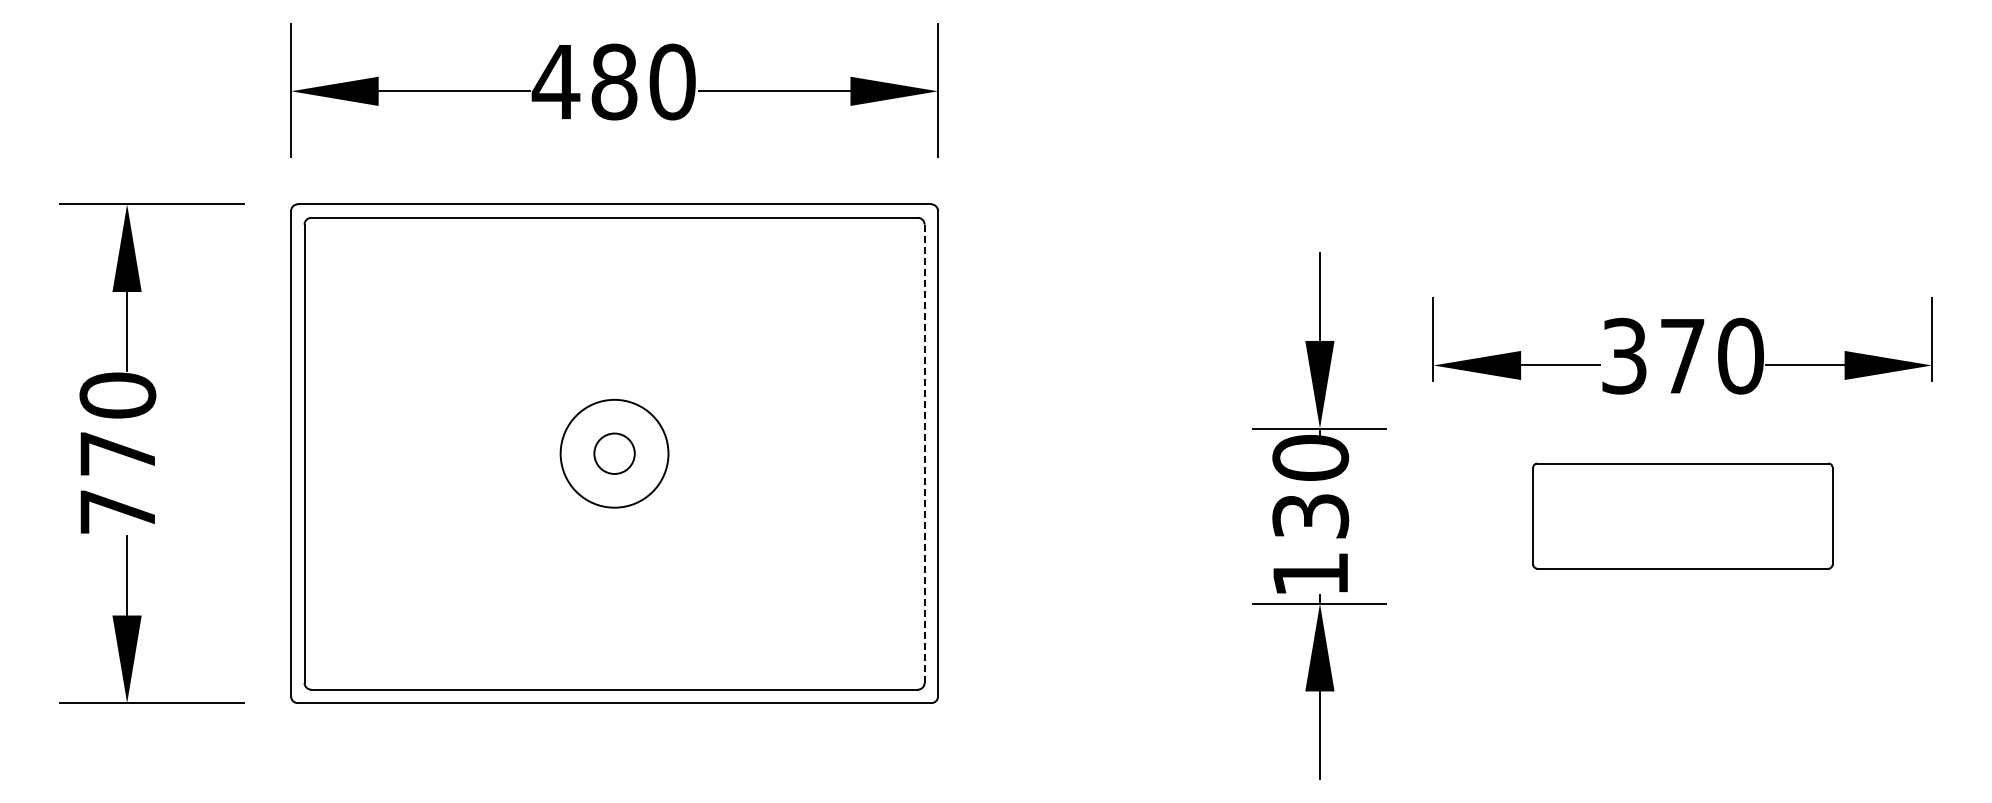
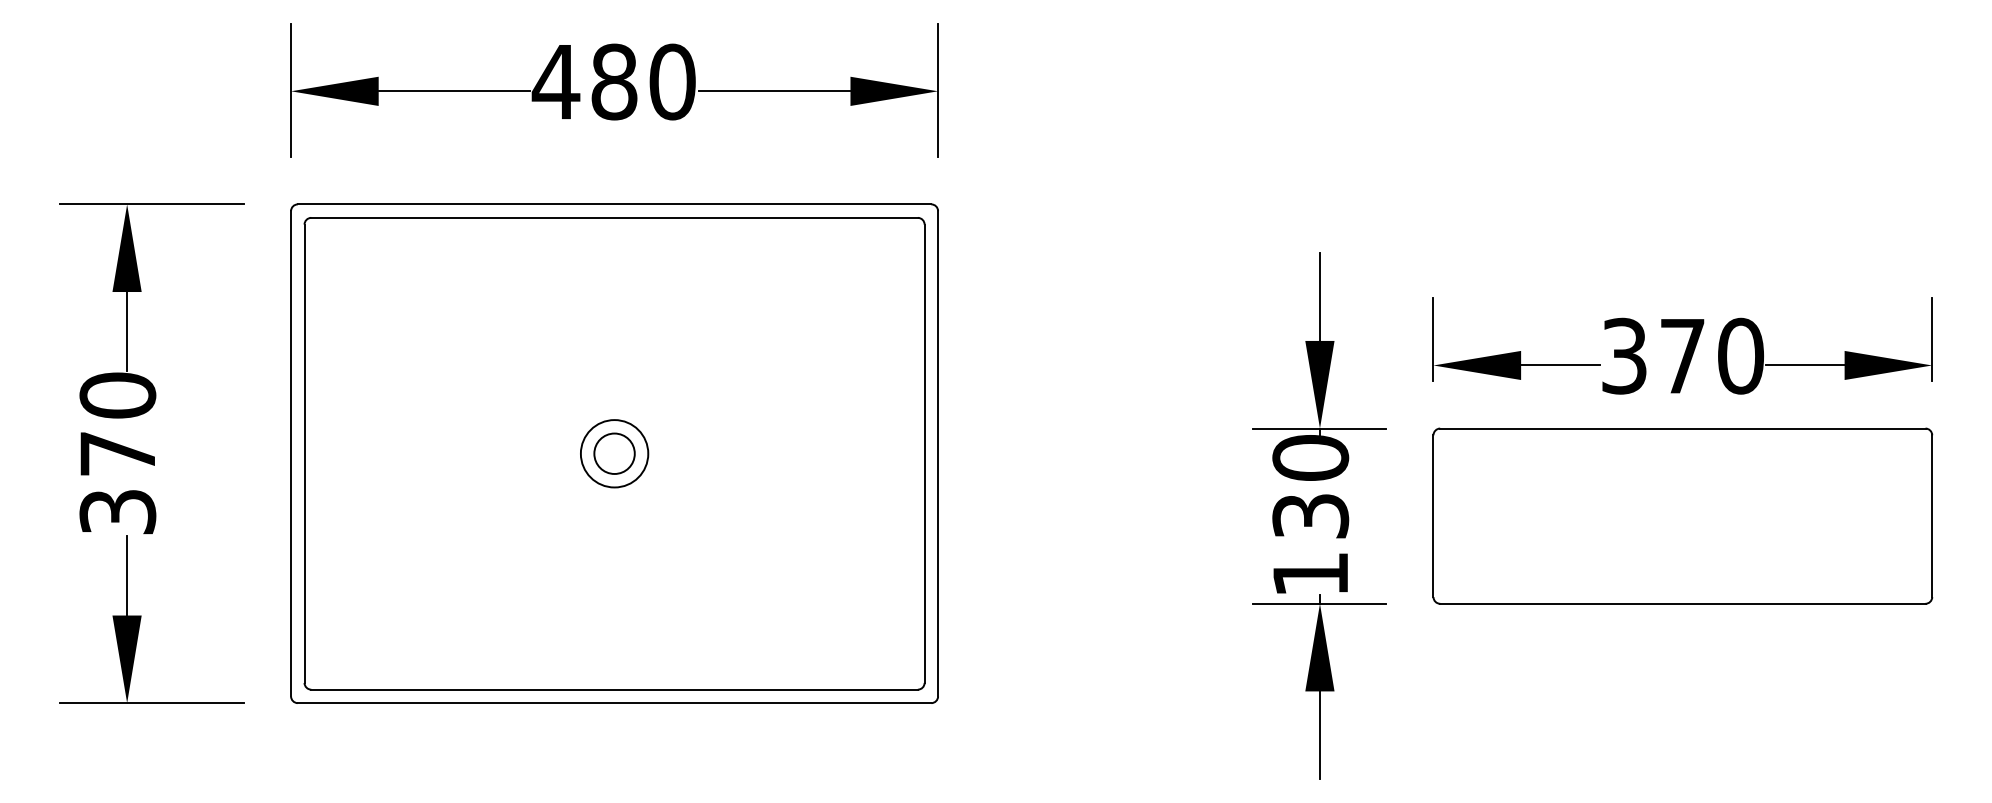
circle at (614, 453) diameter: 108 px -> 67 px
line at (924, 454): dashed -> solid
text at (117, 512): 770 -> 370
part at (1682, 515) size: 302x108 px -> 502x178 px
